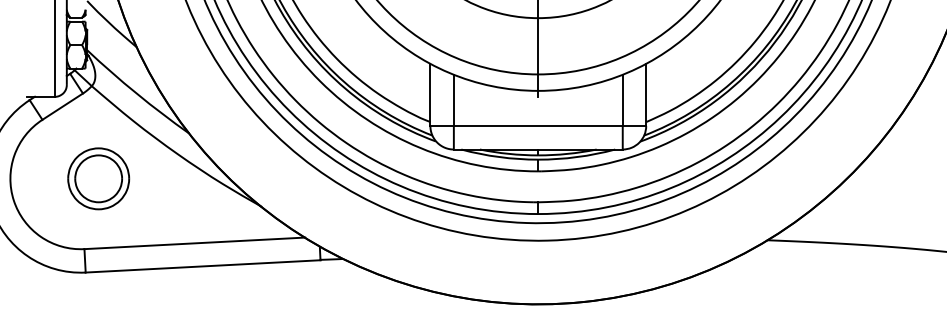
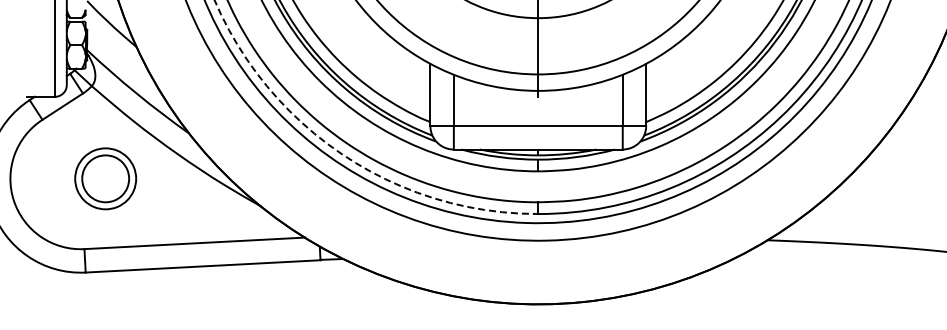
arc at (345, 156): solid -> dashed
part at (98, 178) position: (98, 178) -> (105, 178)
